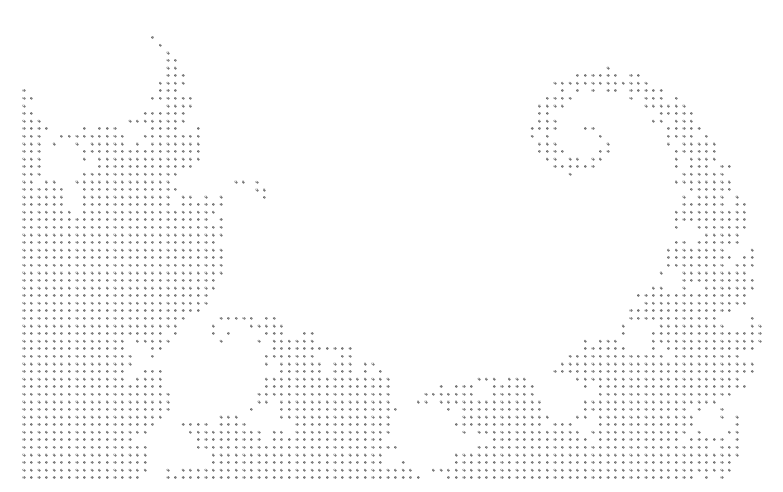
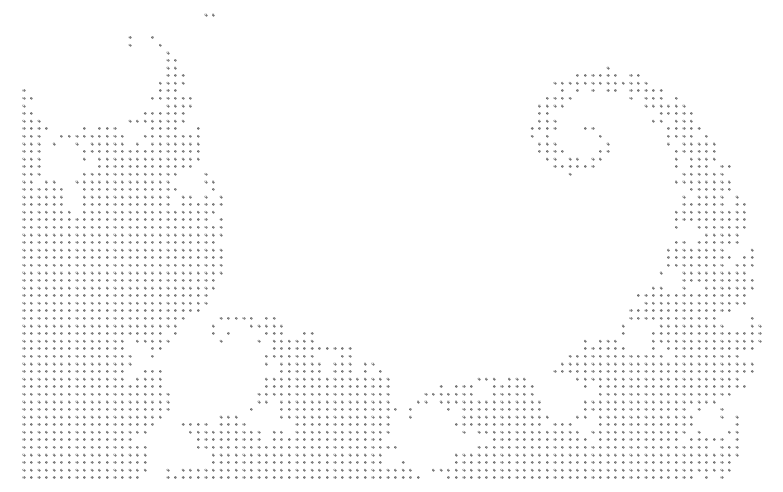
part at (129, 41): none -> present
part at (239, 181) position: (239, 181) -> (209, 14)
part at (260, 189) position: (260, 189) -> (209, 181)
part at (410, 413): none -> present
